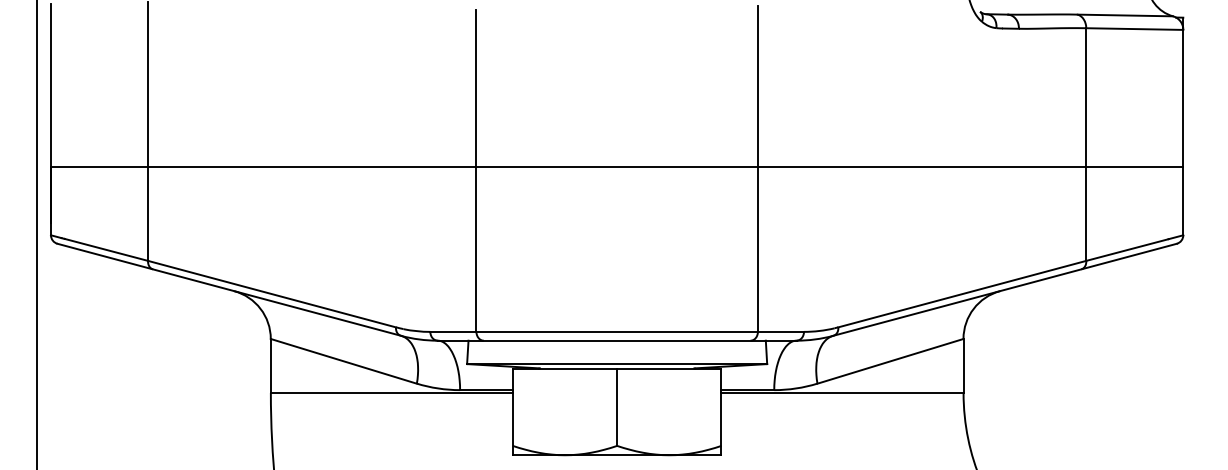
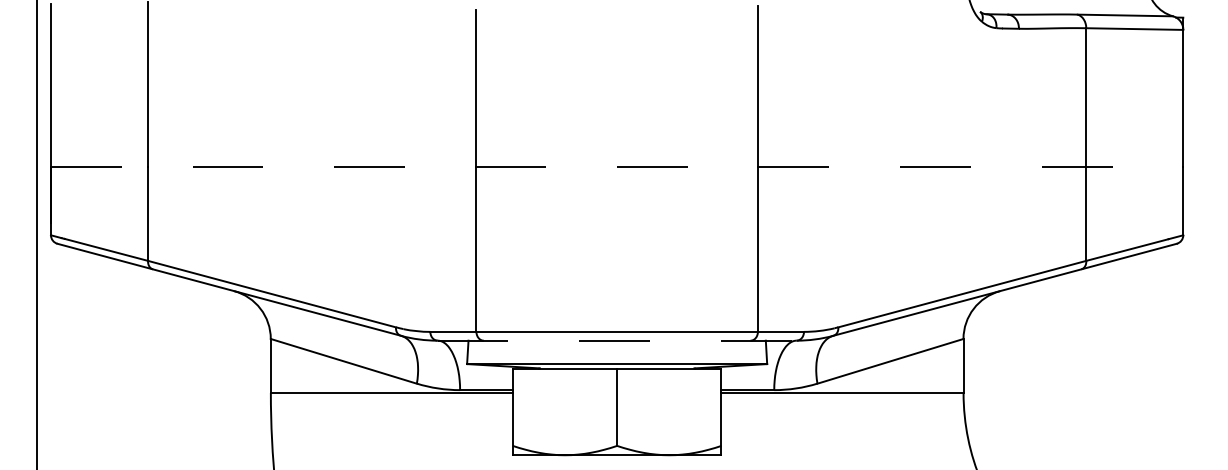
line at (617, 166): solid -> dashed
line at (617, 340): solid -> dashed
